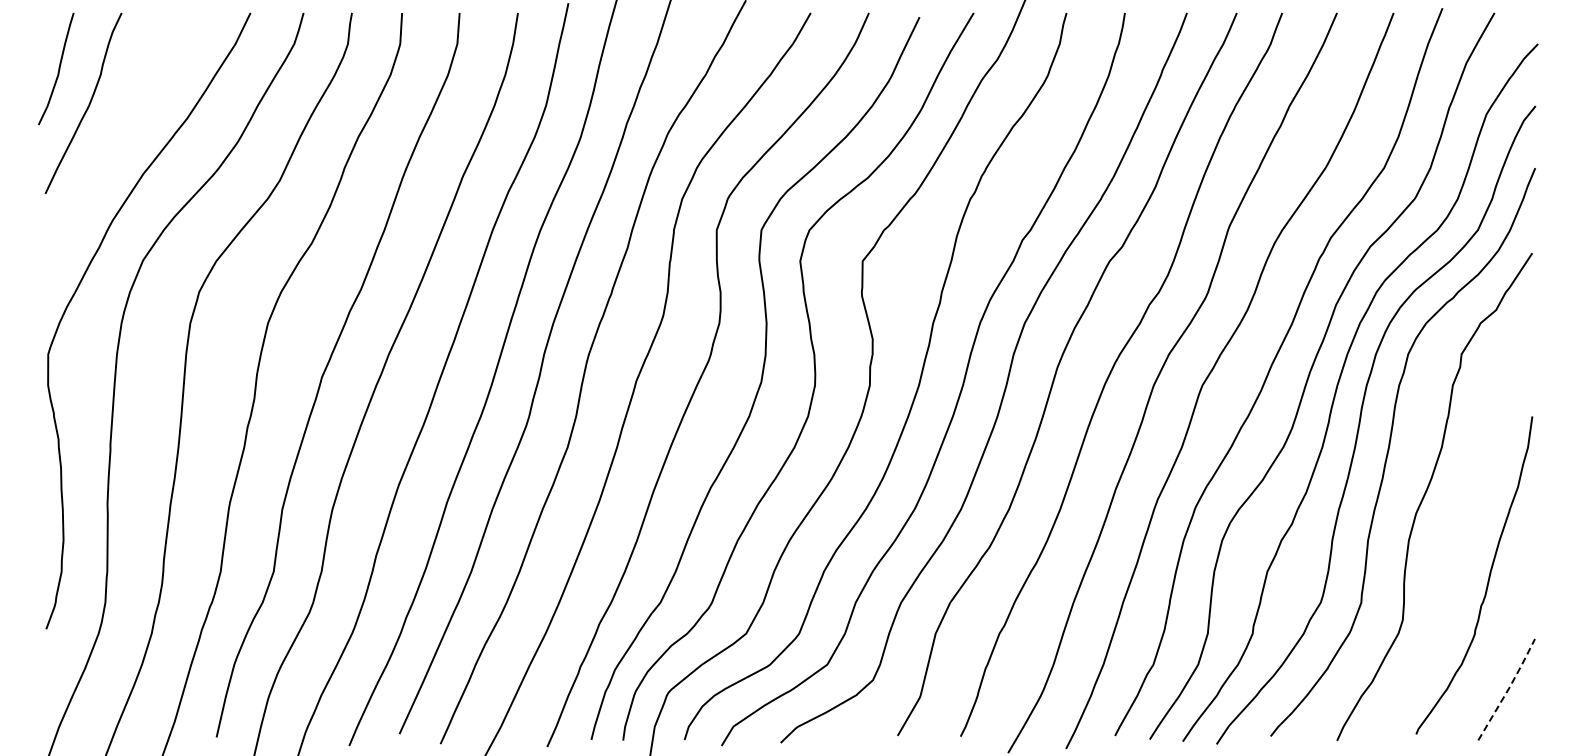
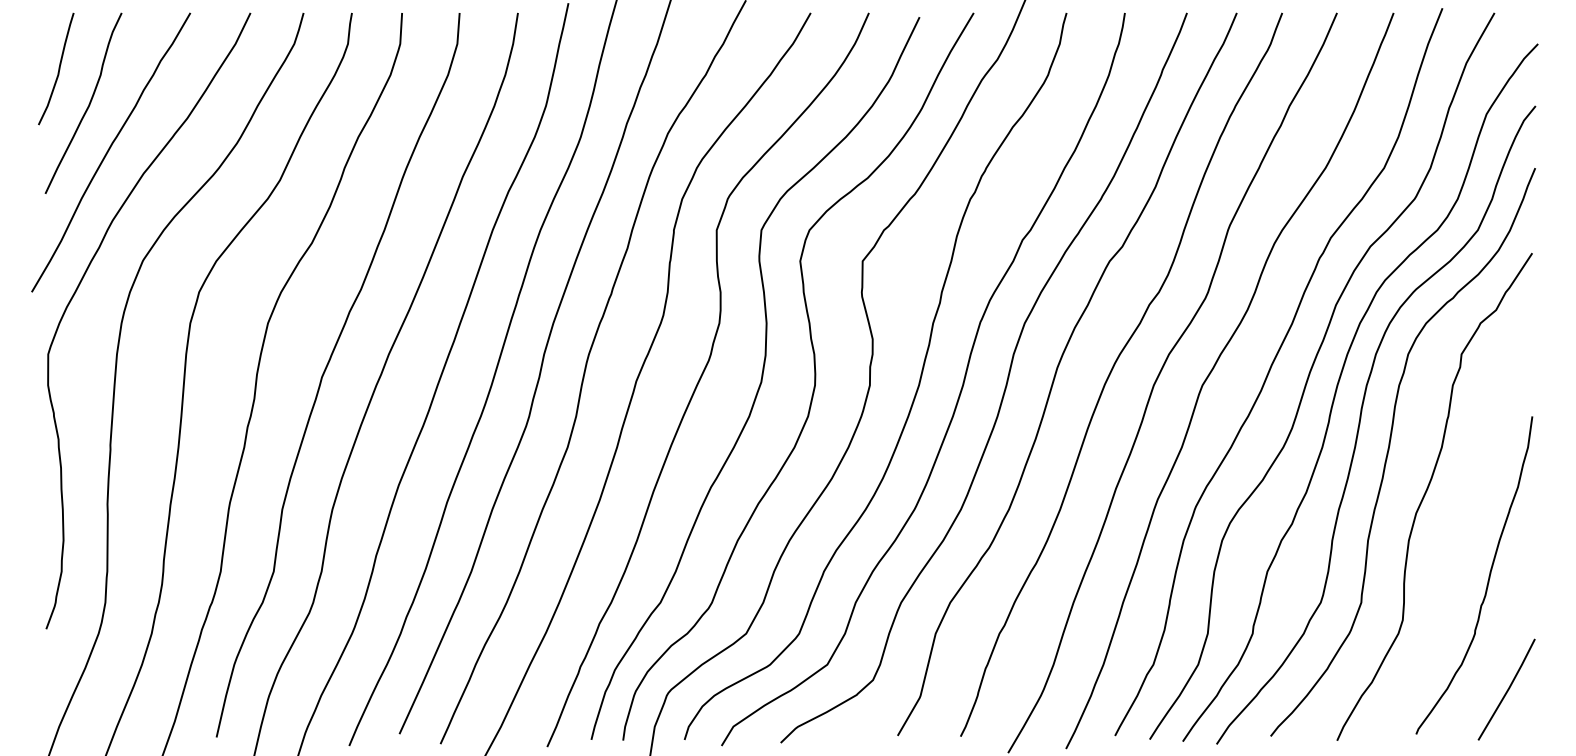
curve at (109, 150): none -> present
line at (1508, 688): dashed -> solid
